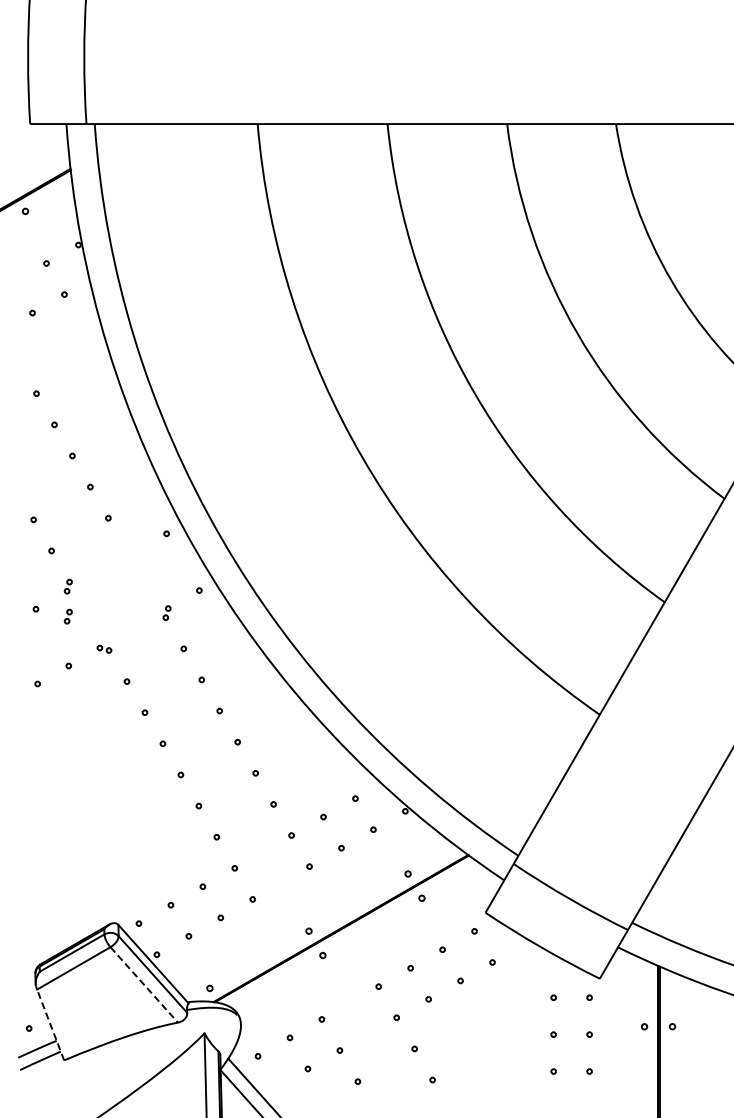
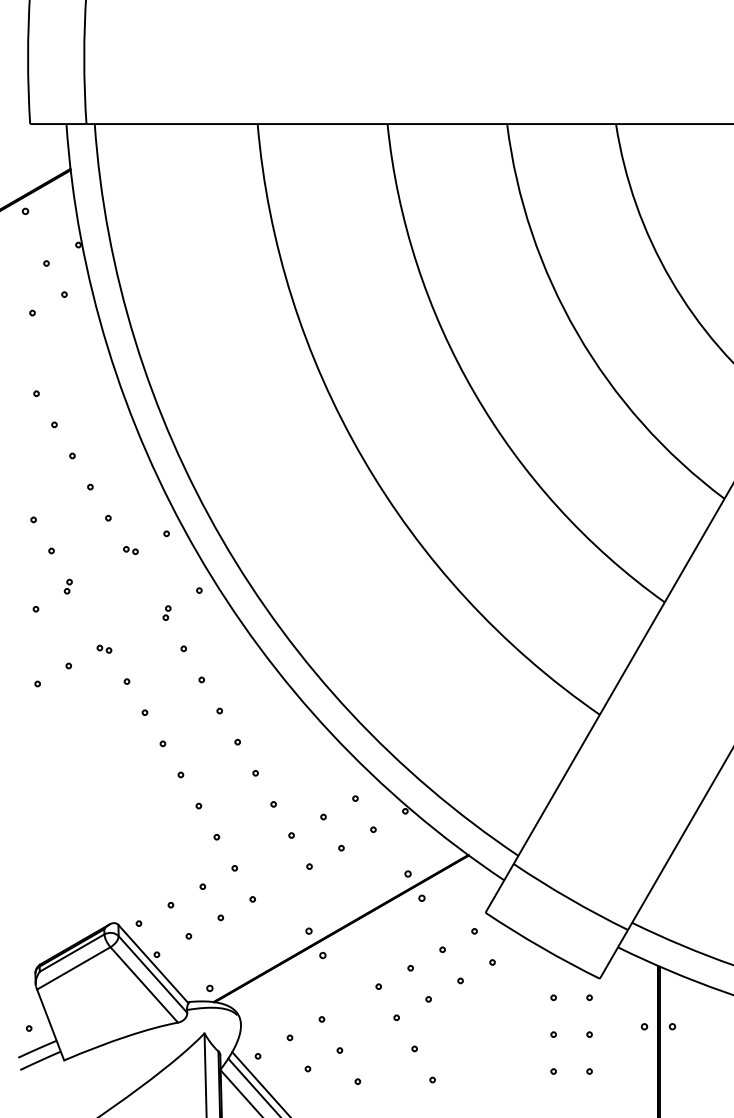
part at (130, 550): none -> present
part at (67, 616): present -> none
line at (144, 984): dashed -> solid
line at (50, 1025): dashed -> solid
line at (260, 1083): none -> present
